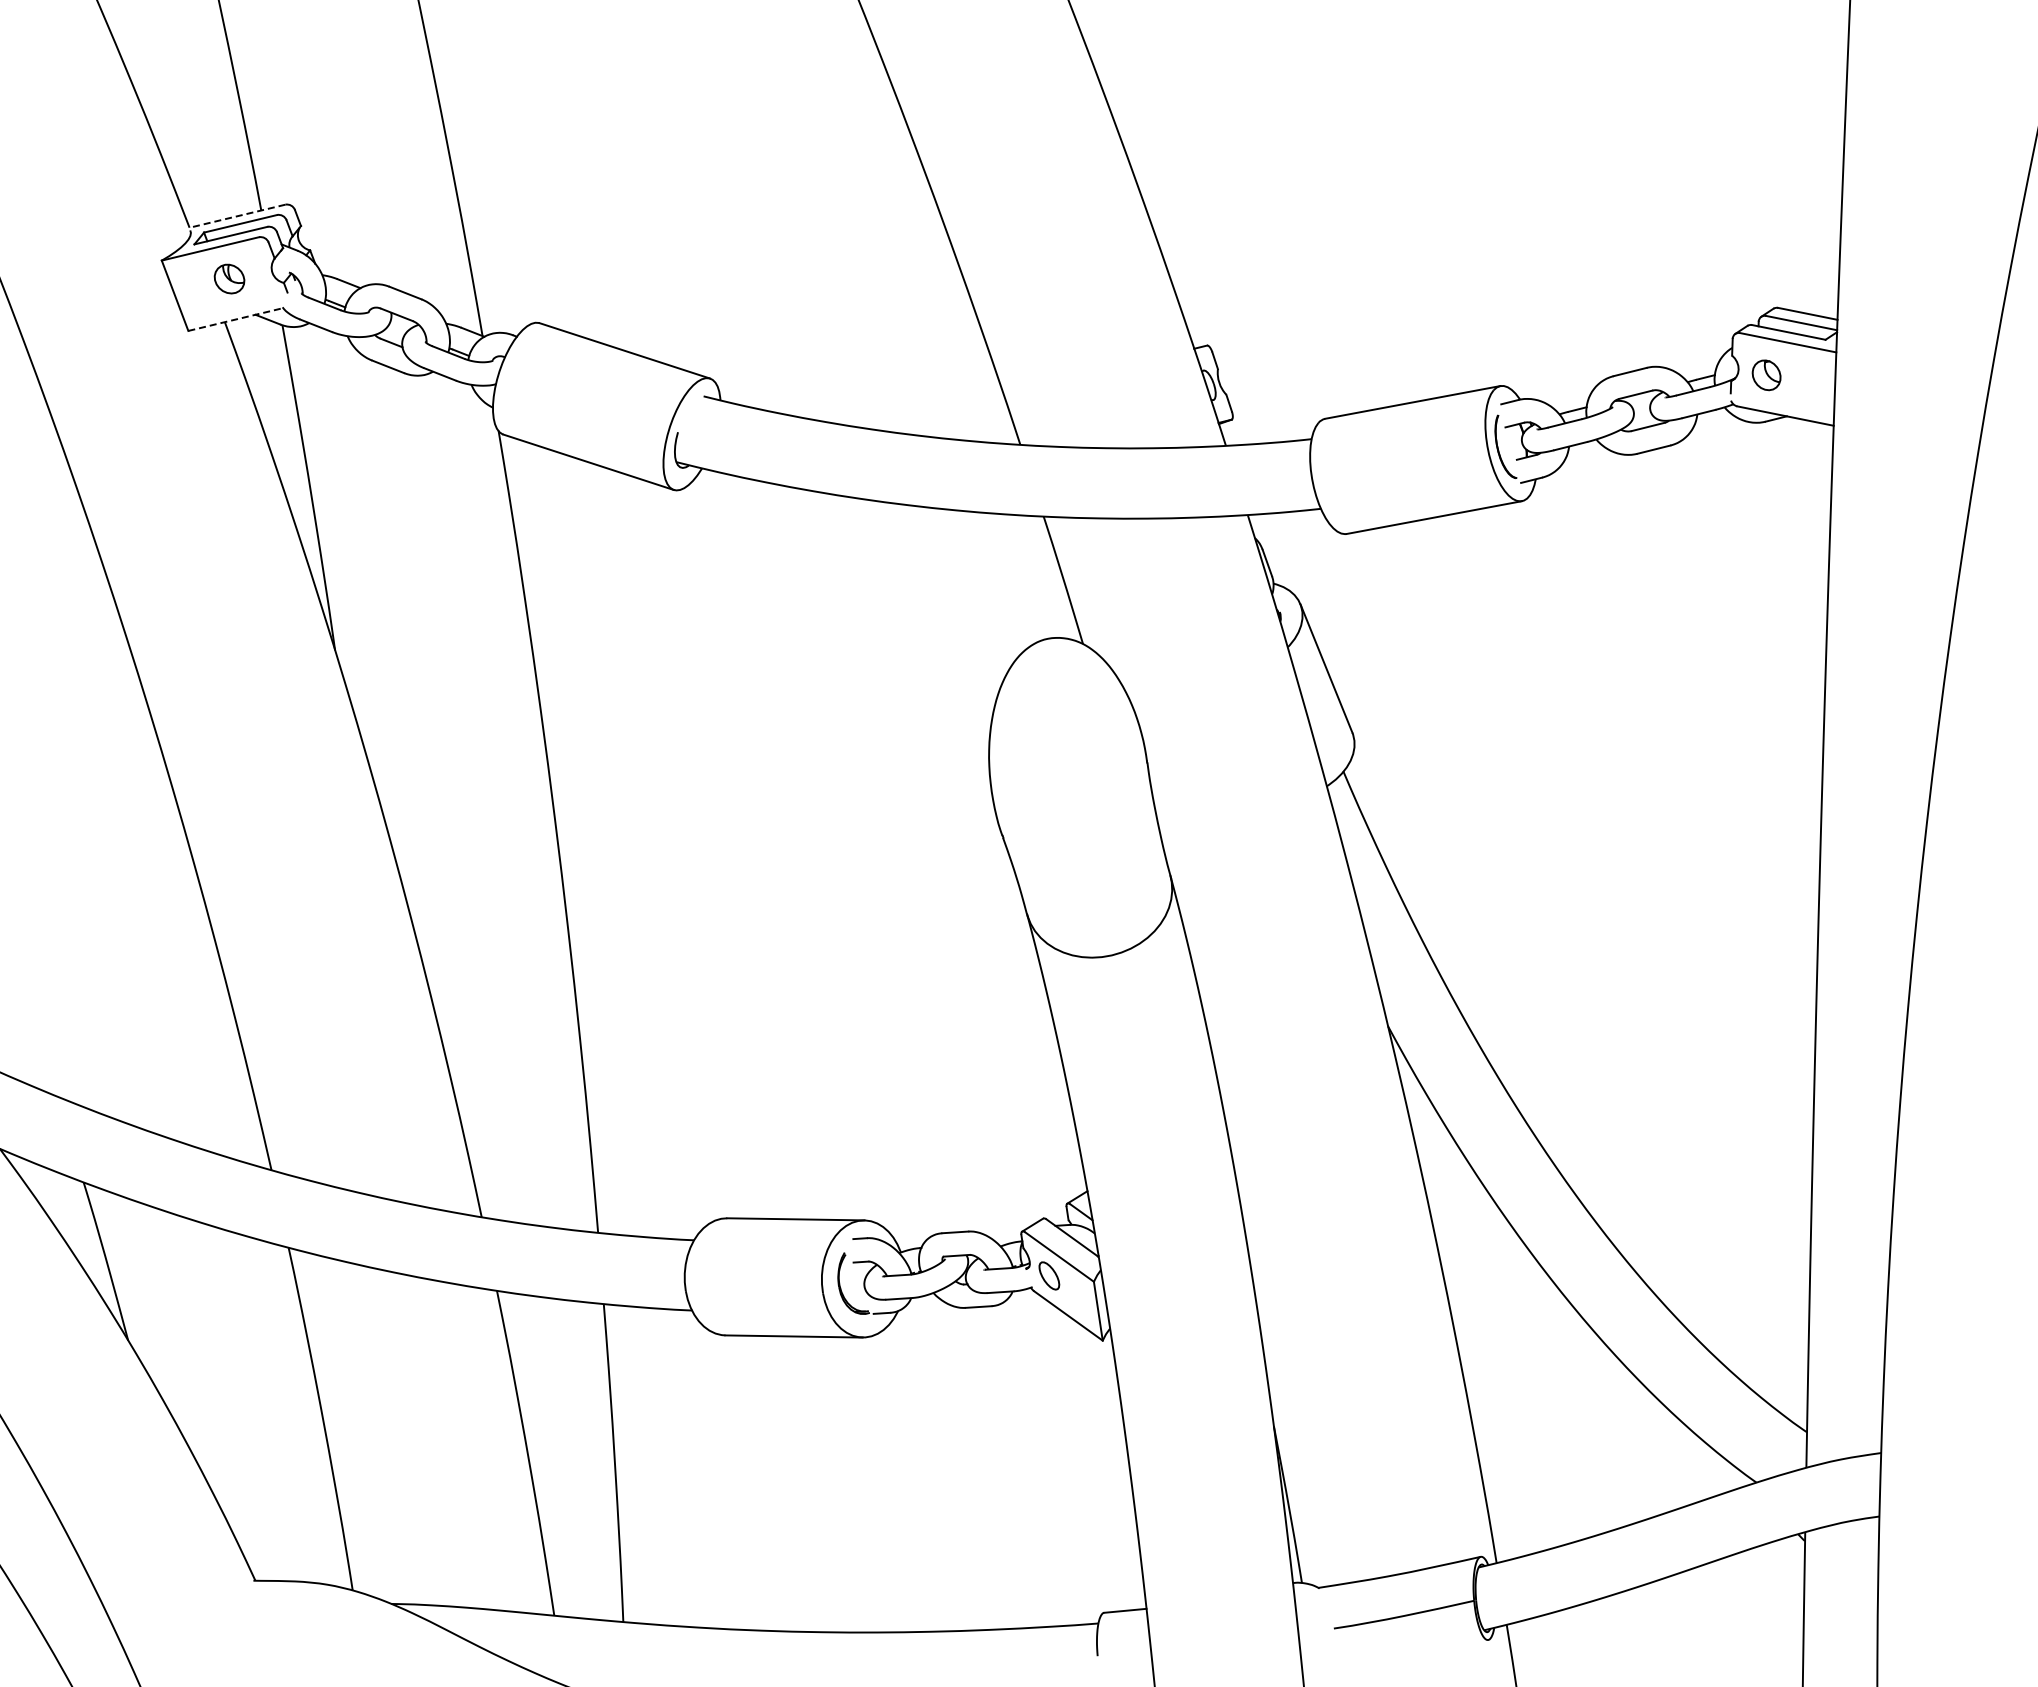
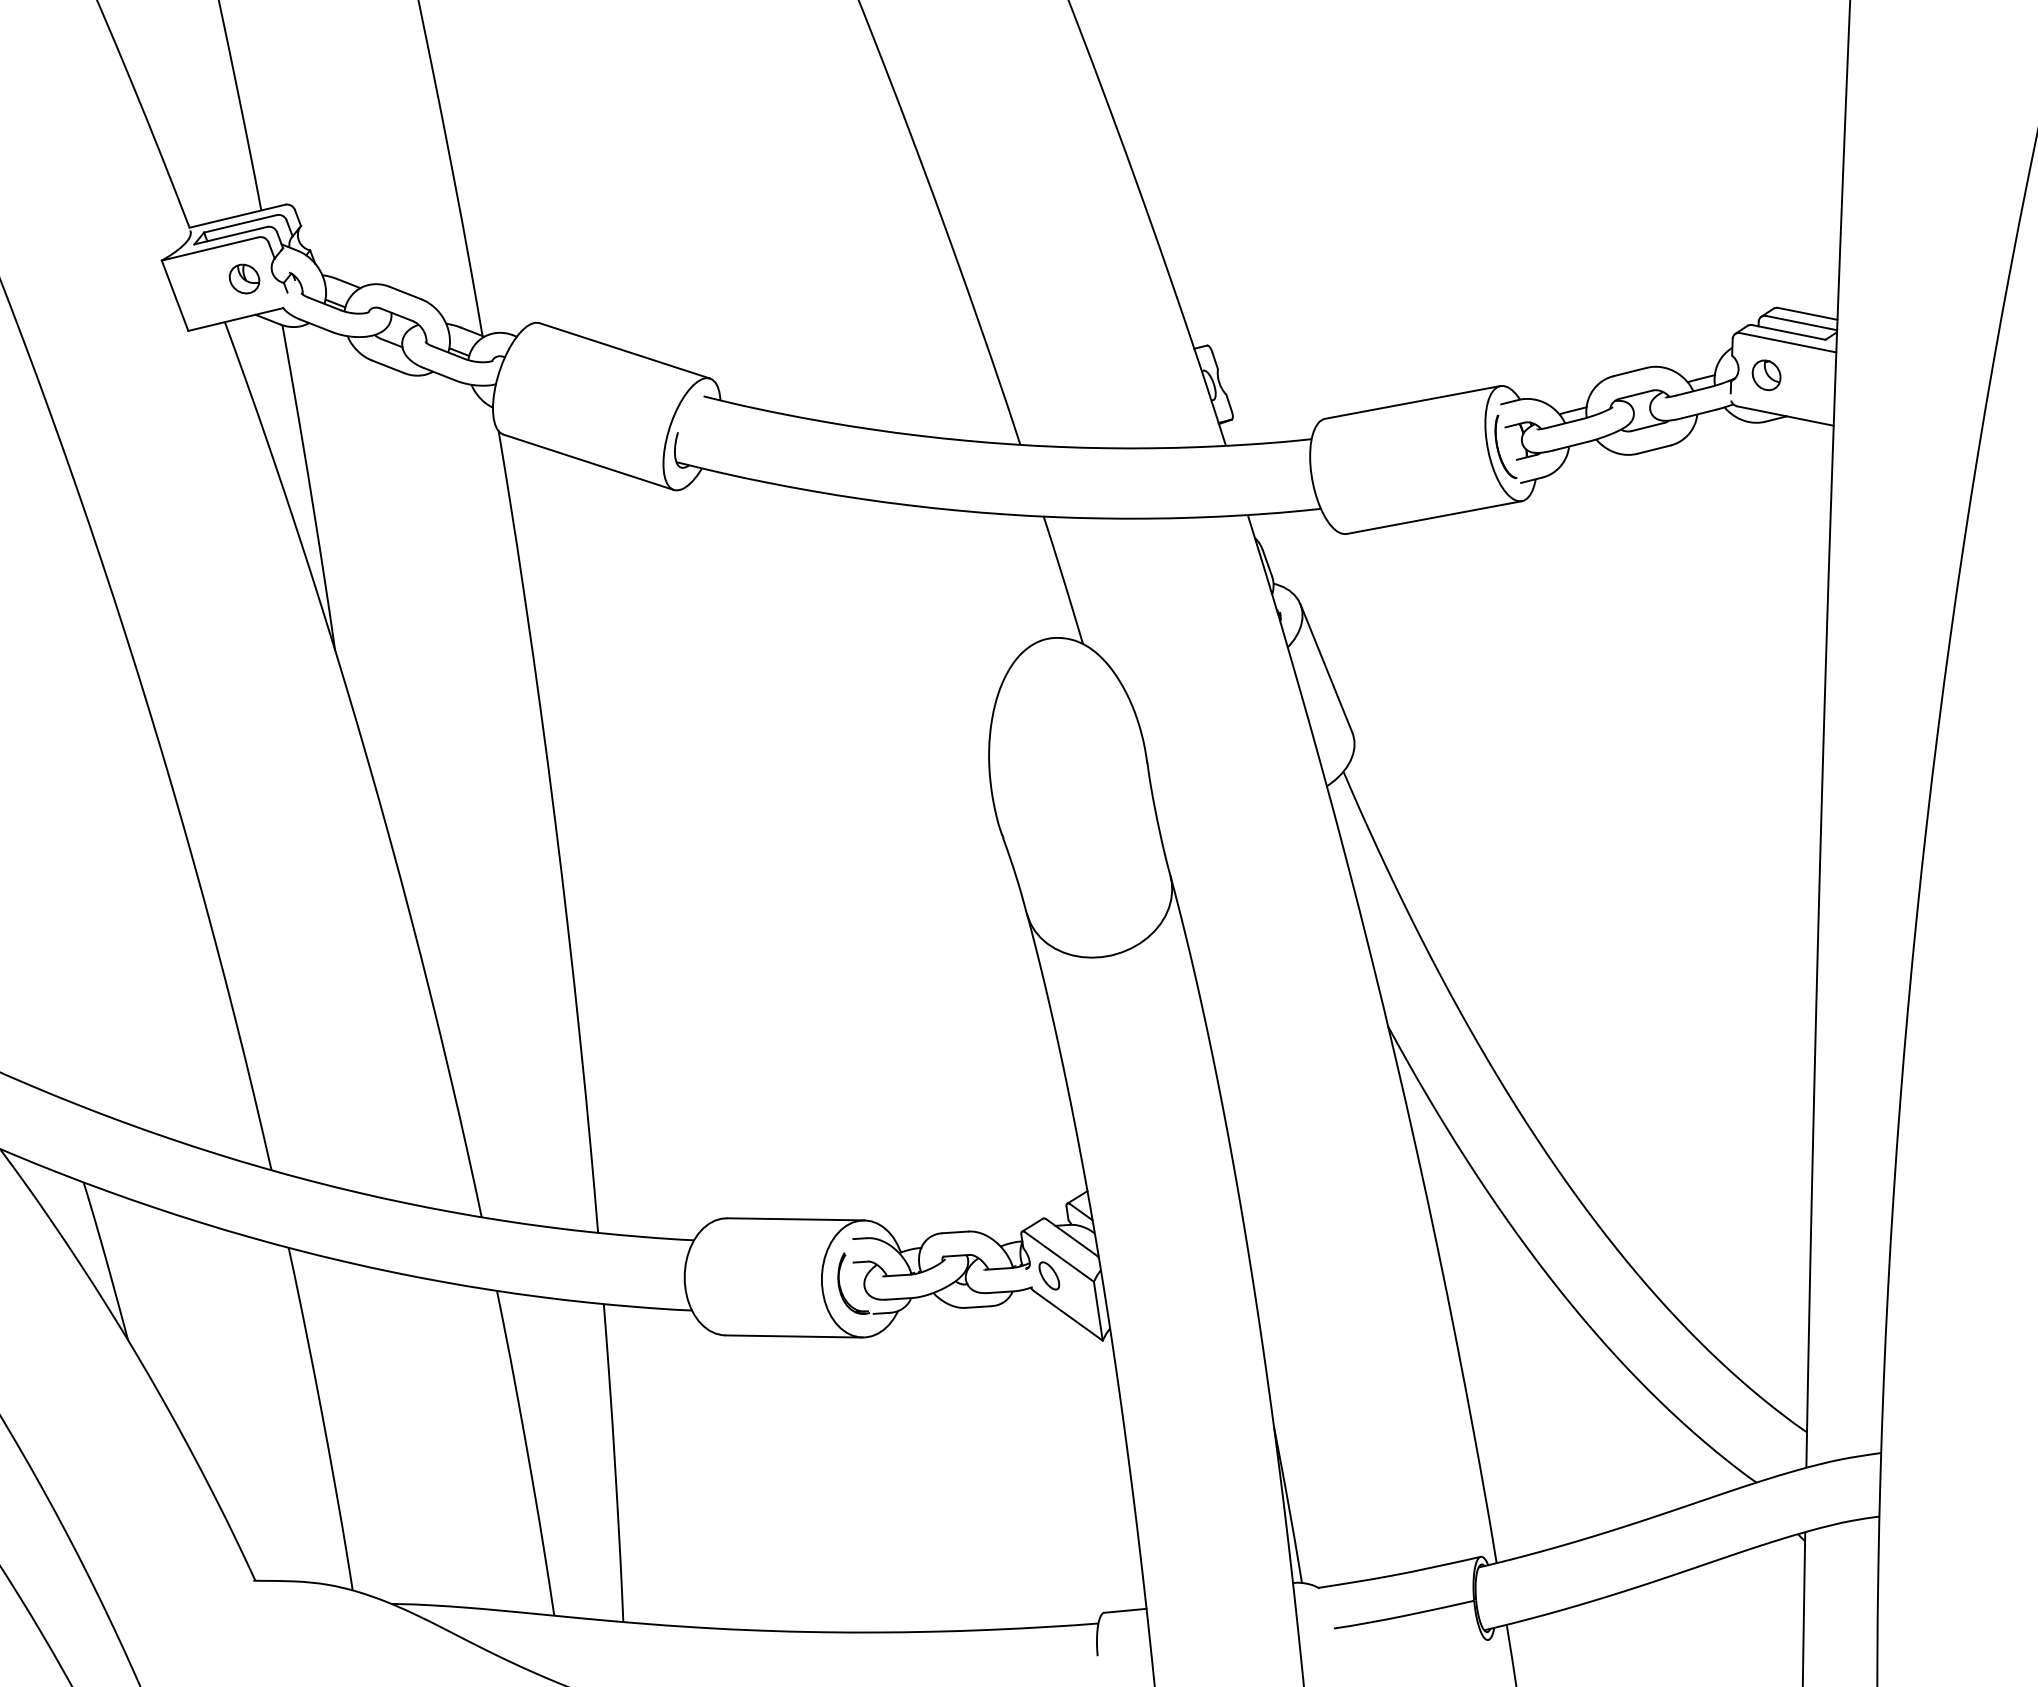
line at (237, 216): dashed -> solid
part at (229, 278) position: (229, 278) -> (244, 278)
line at (235, 319): dashed -> solid
